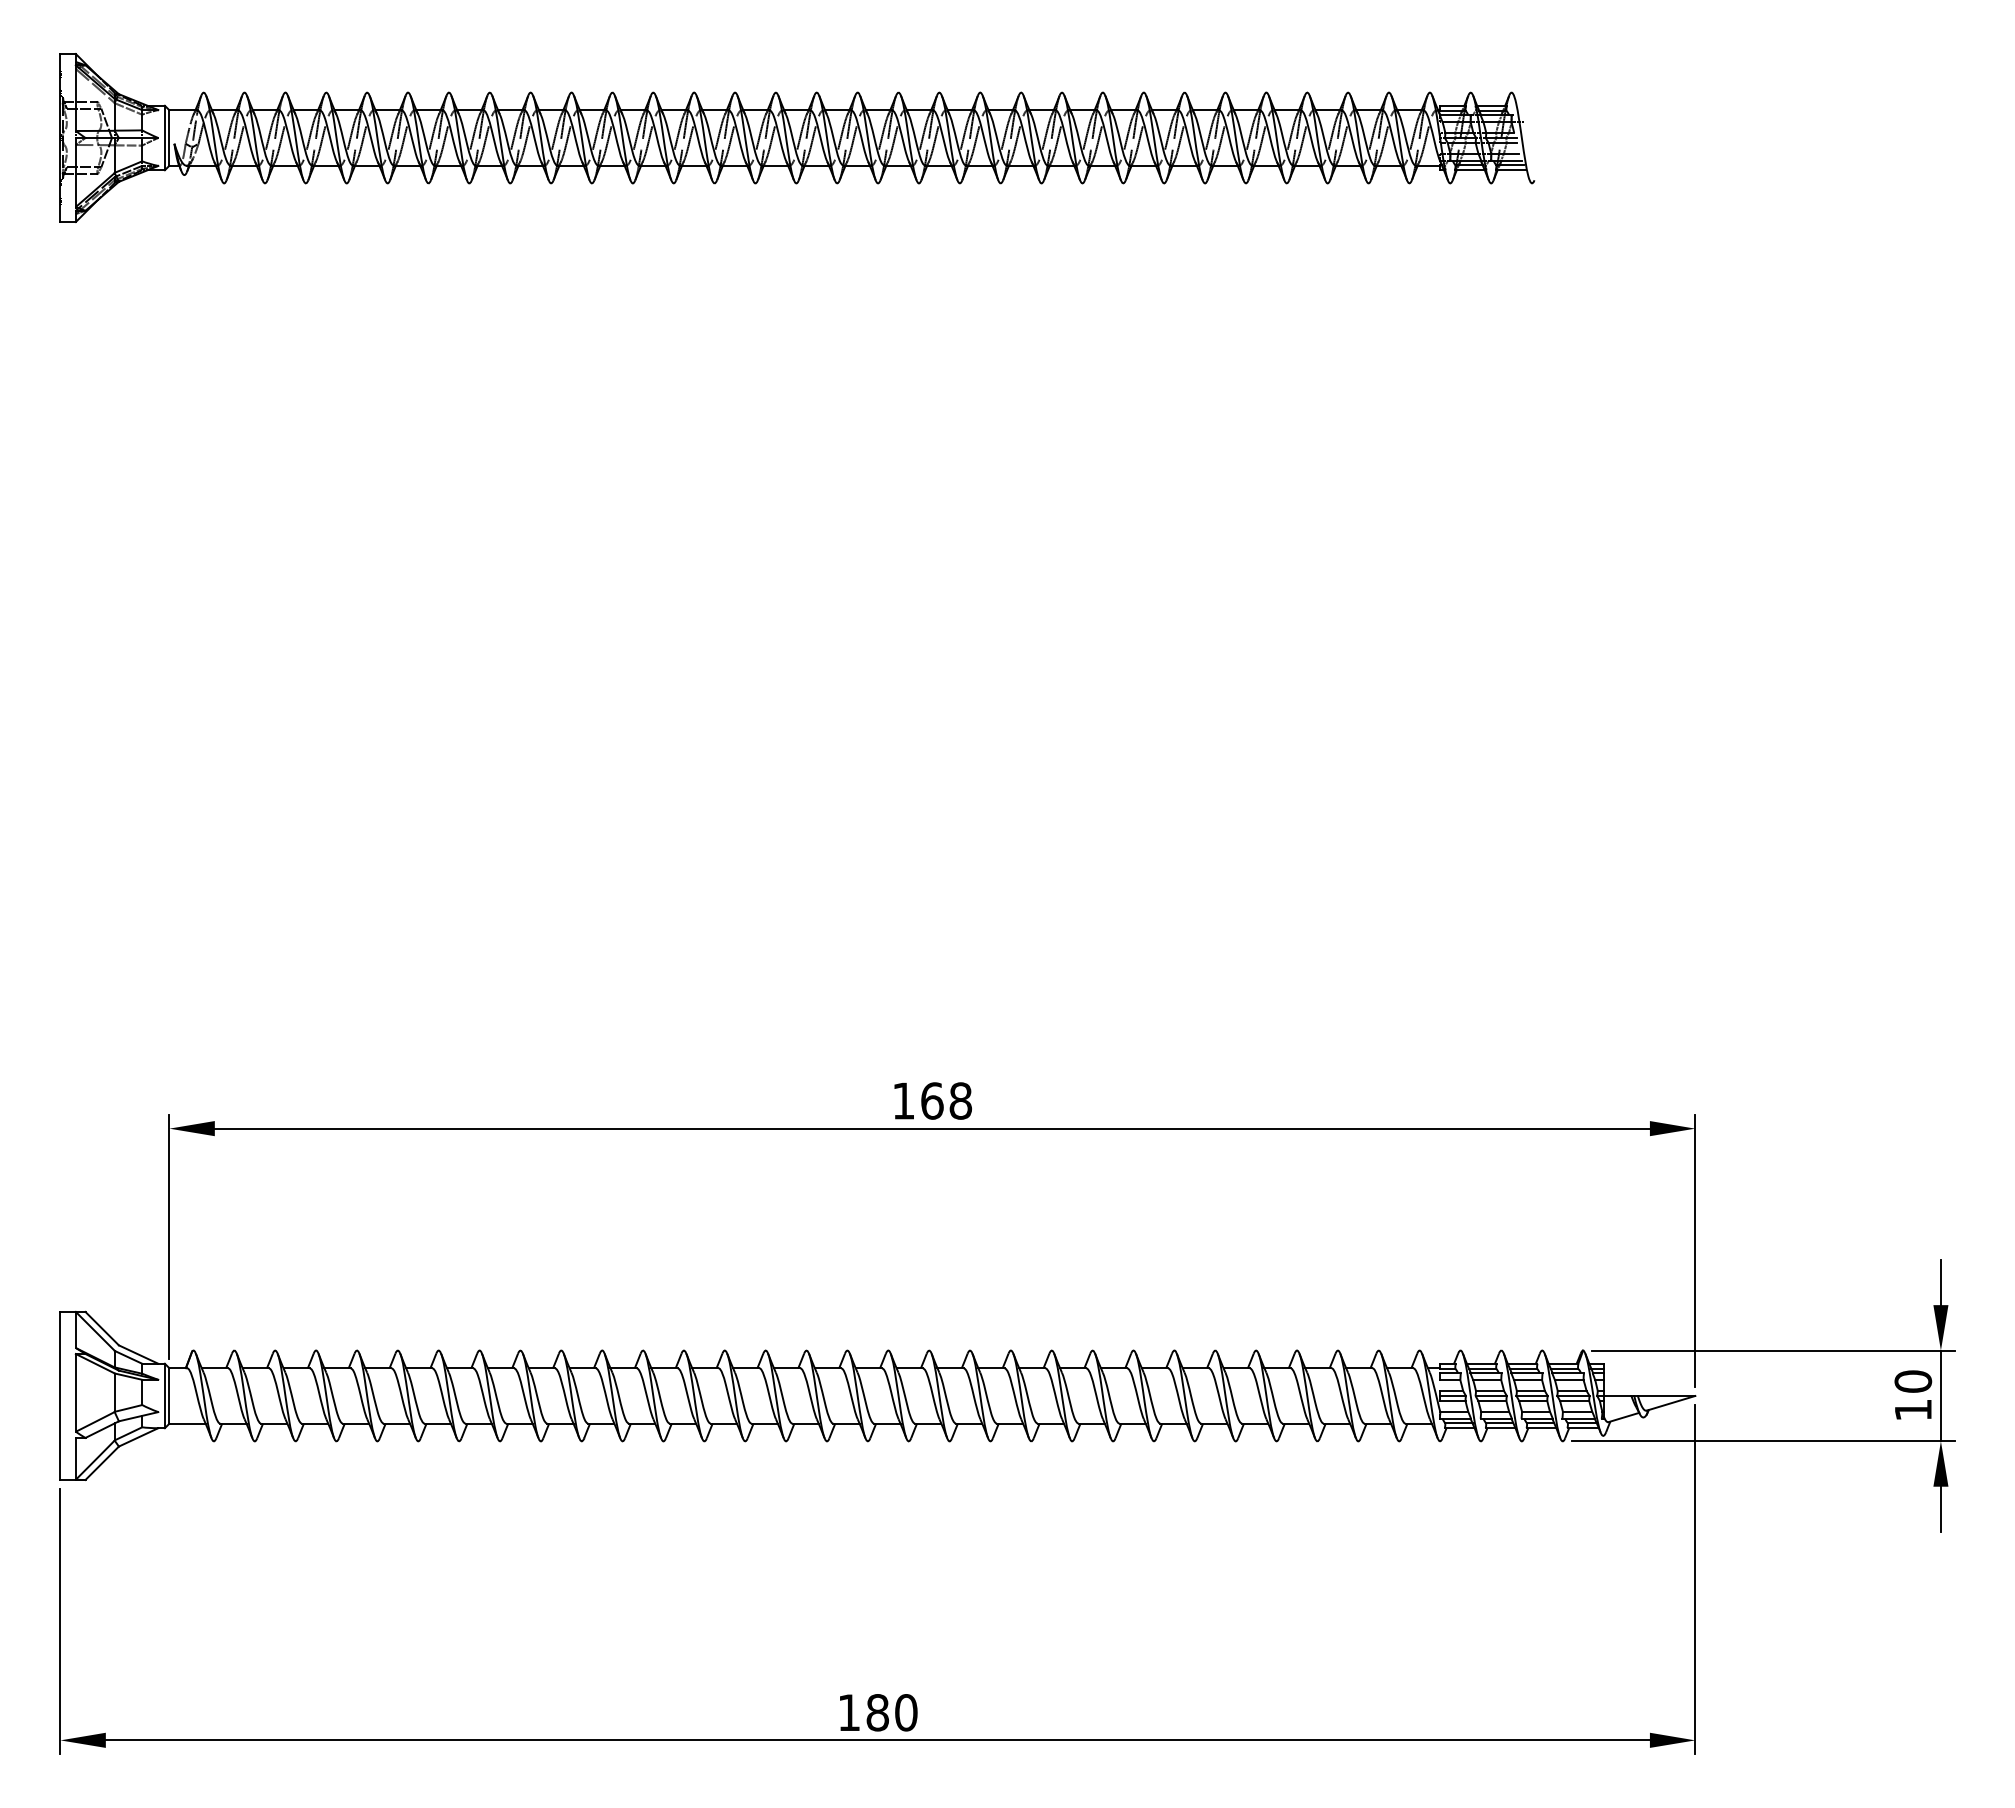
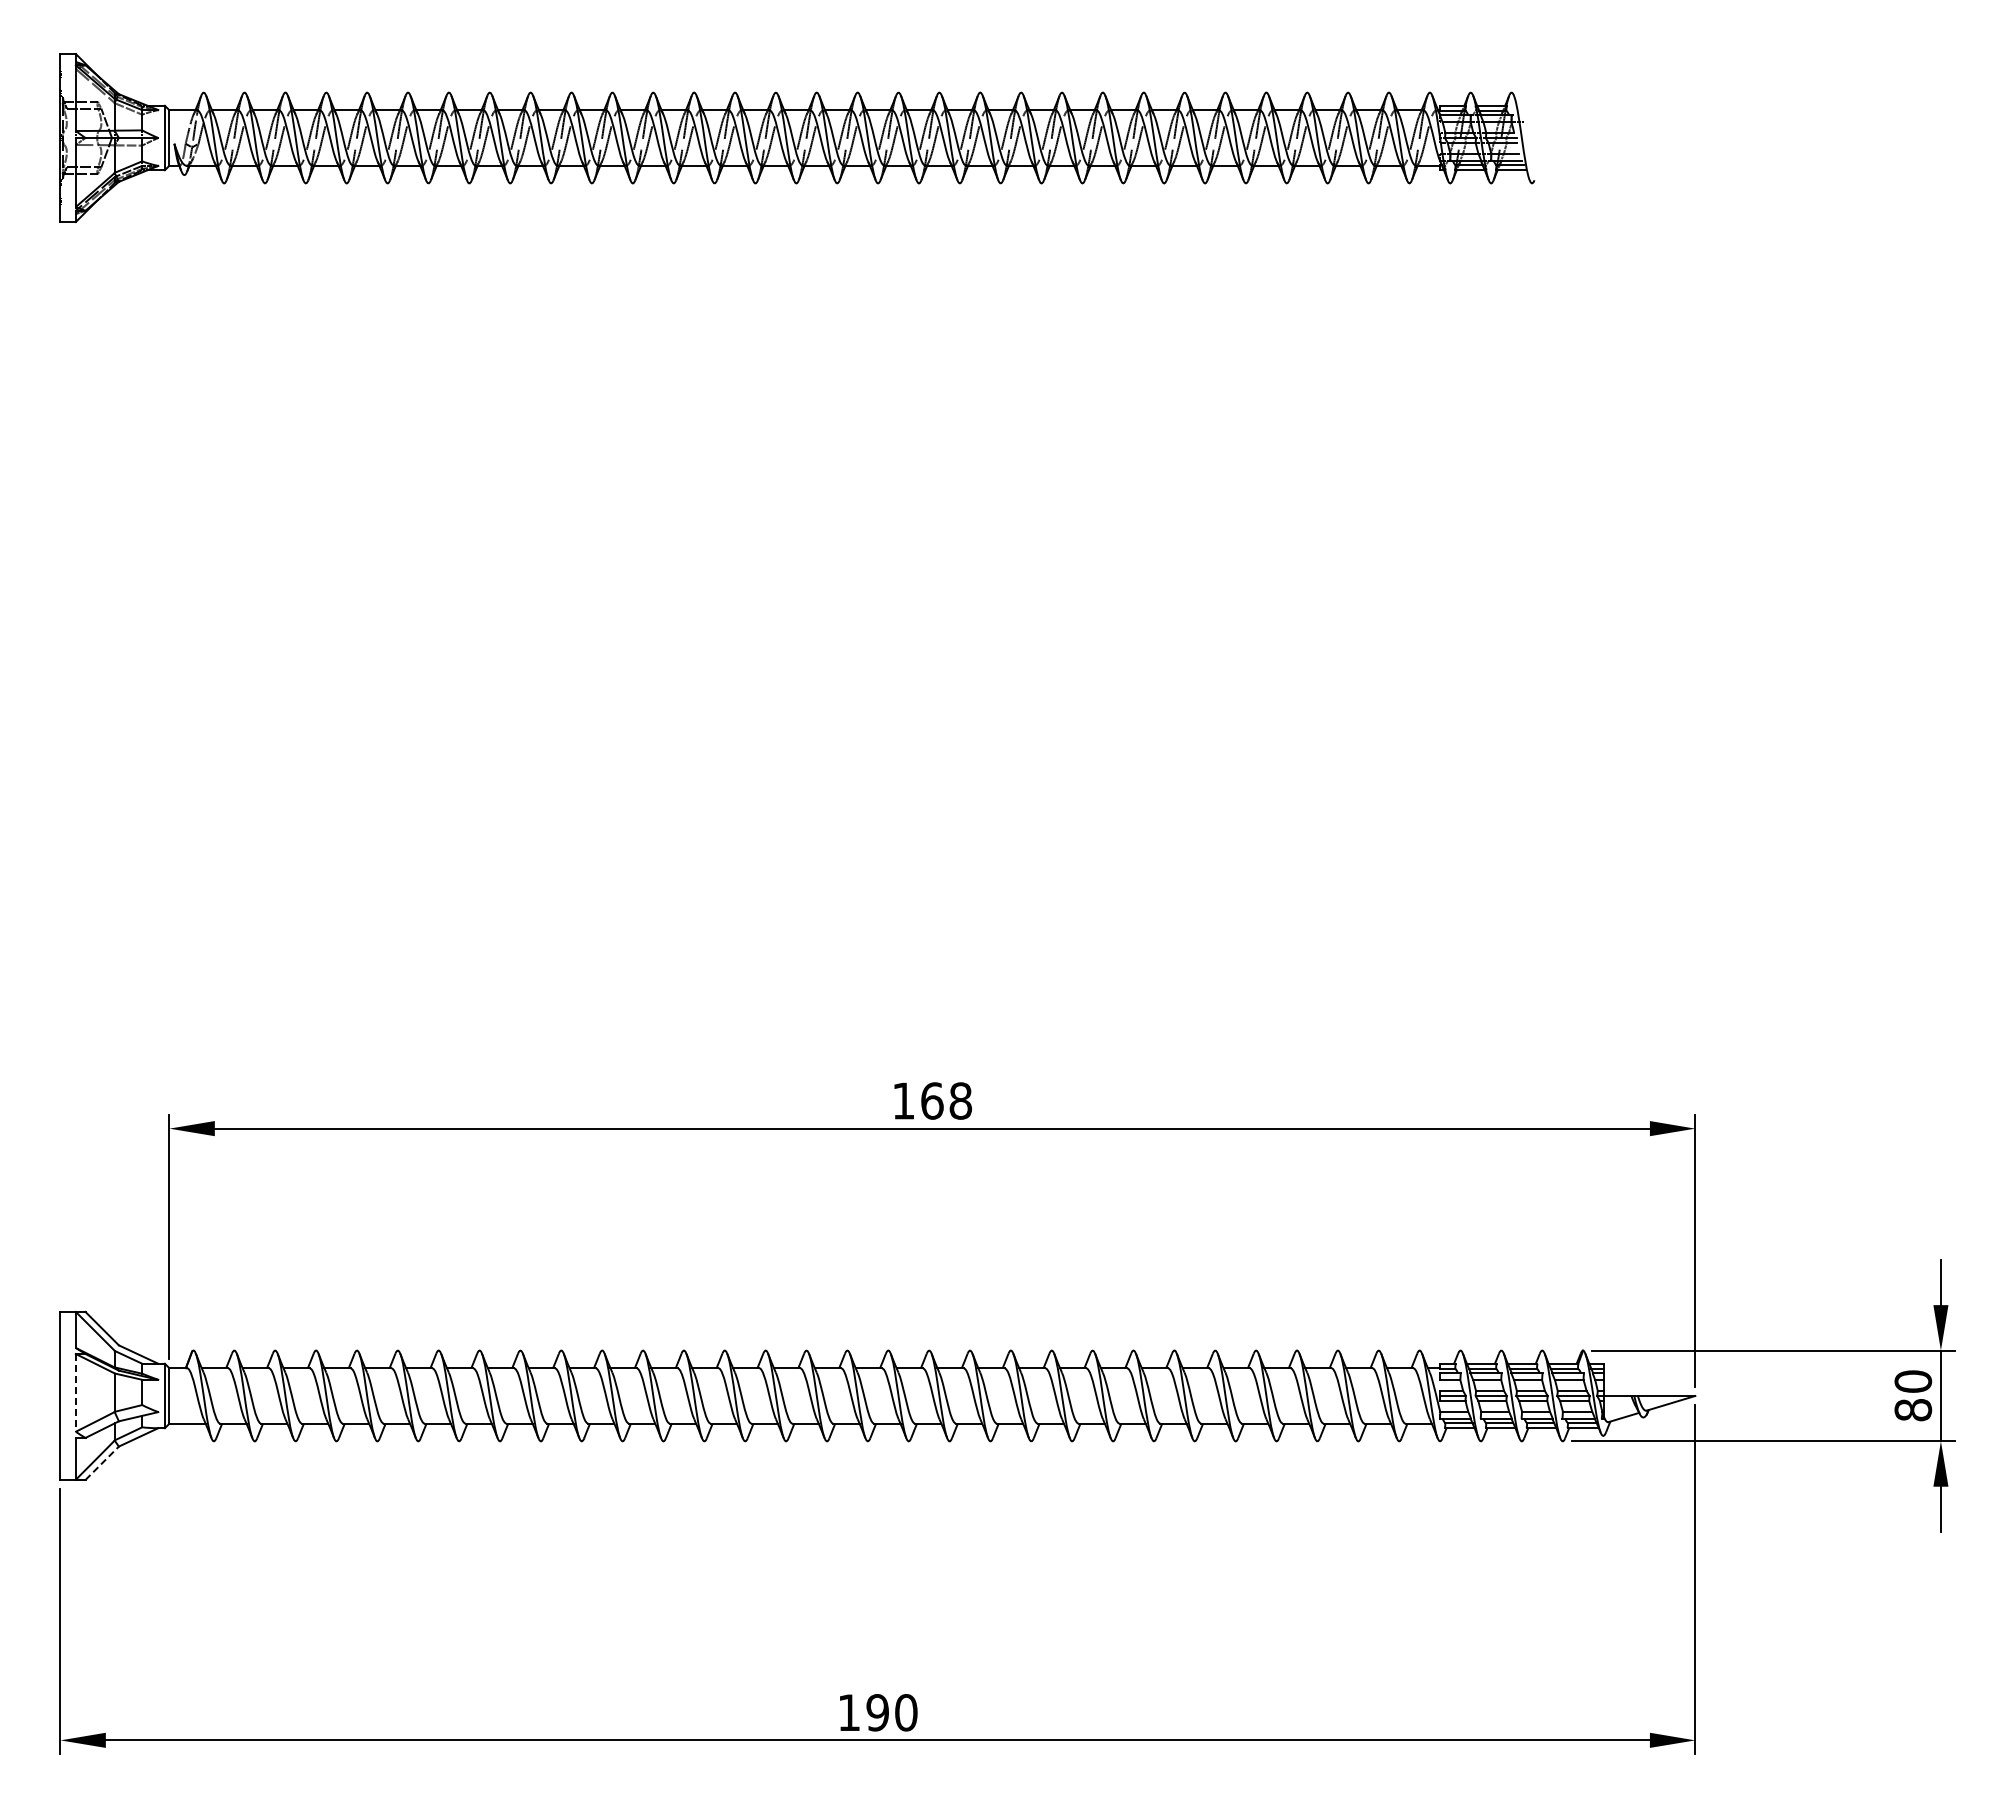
line at (75, 1392): solid -> dashed
text at (1913, 1410): 10 -> 80
line at (102, 1463): solid -> dashed
text at (877, 1712): 180 -> 190
